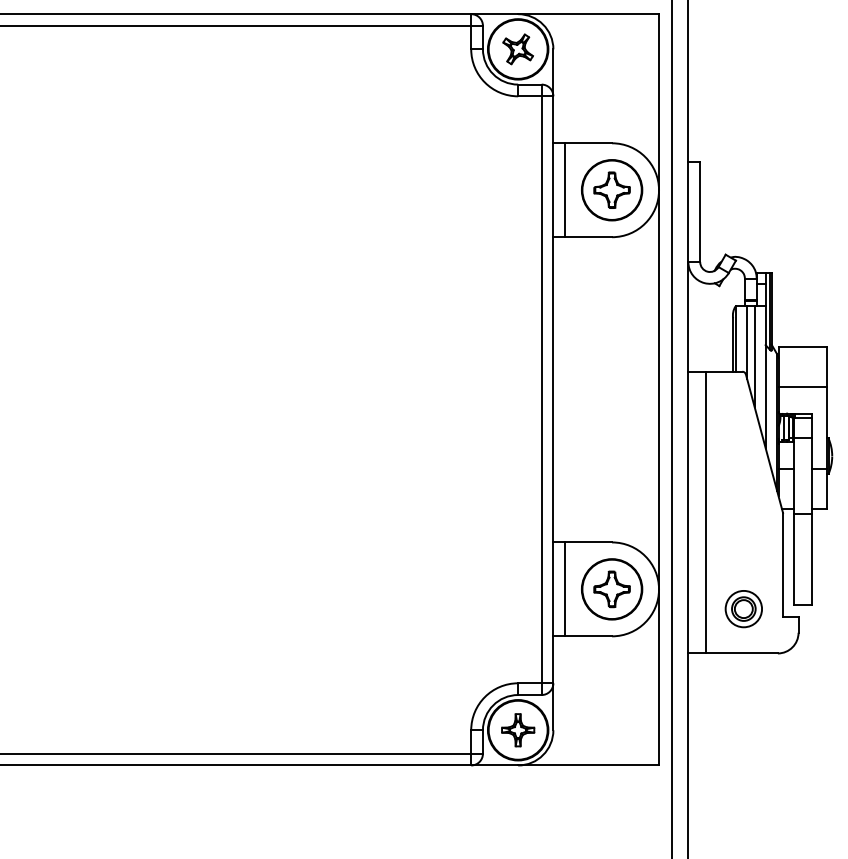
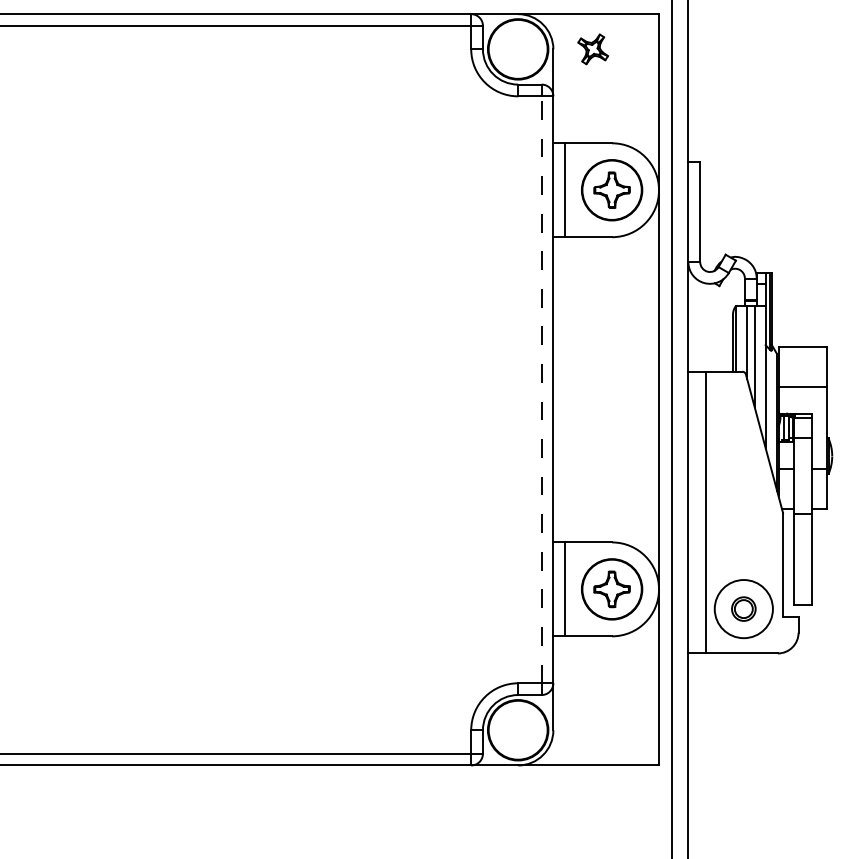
part at (517, 49) position: (517, 49) -> (592, 49)
line at (541, 389): solid -> dashed
circle at (743, 608) diameter: 36 px -> 58 px
part at (518, 730): present -> none
